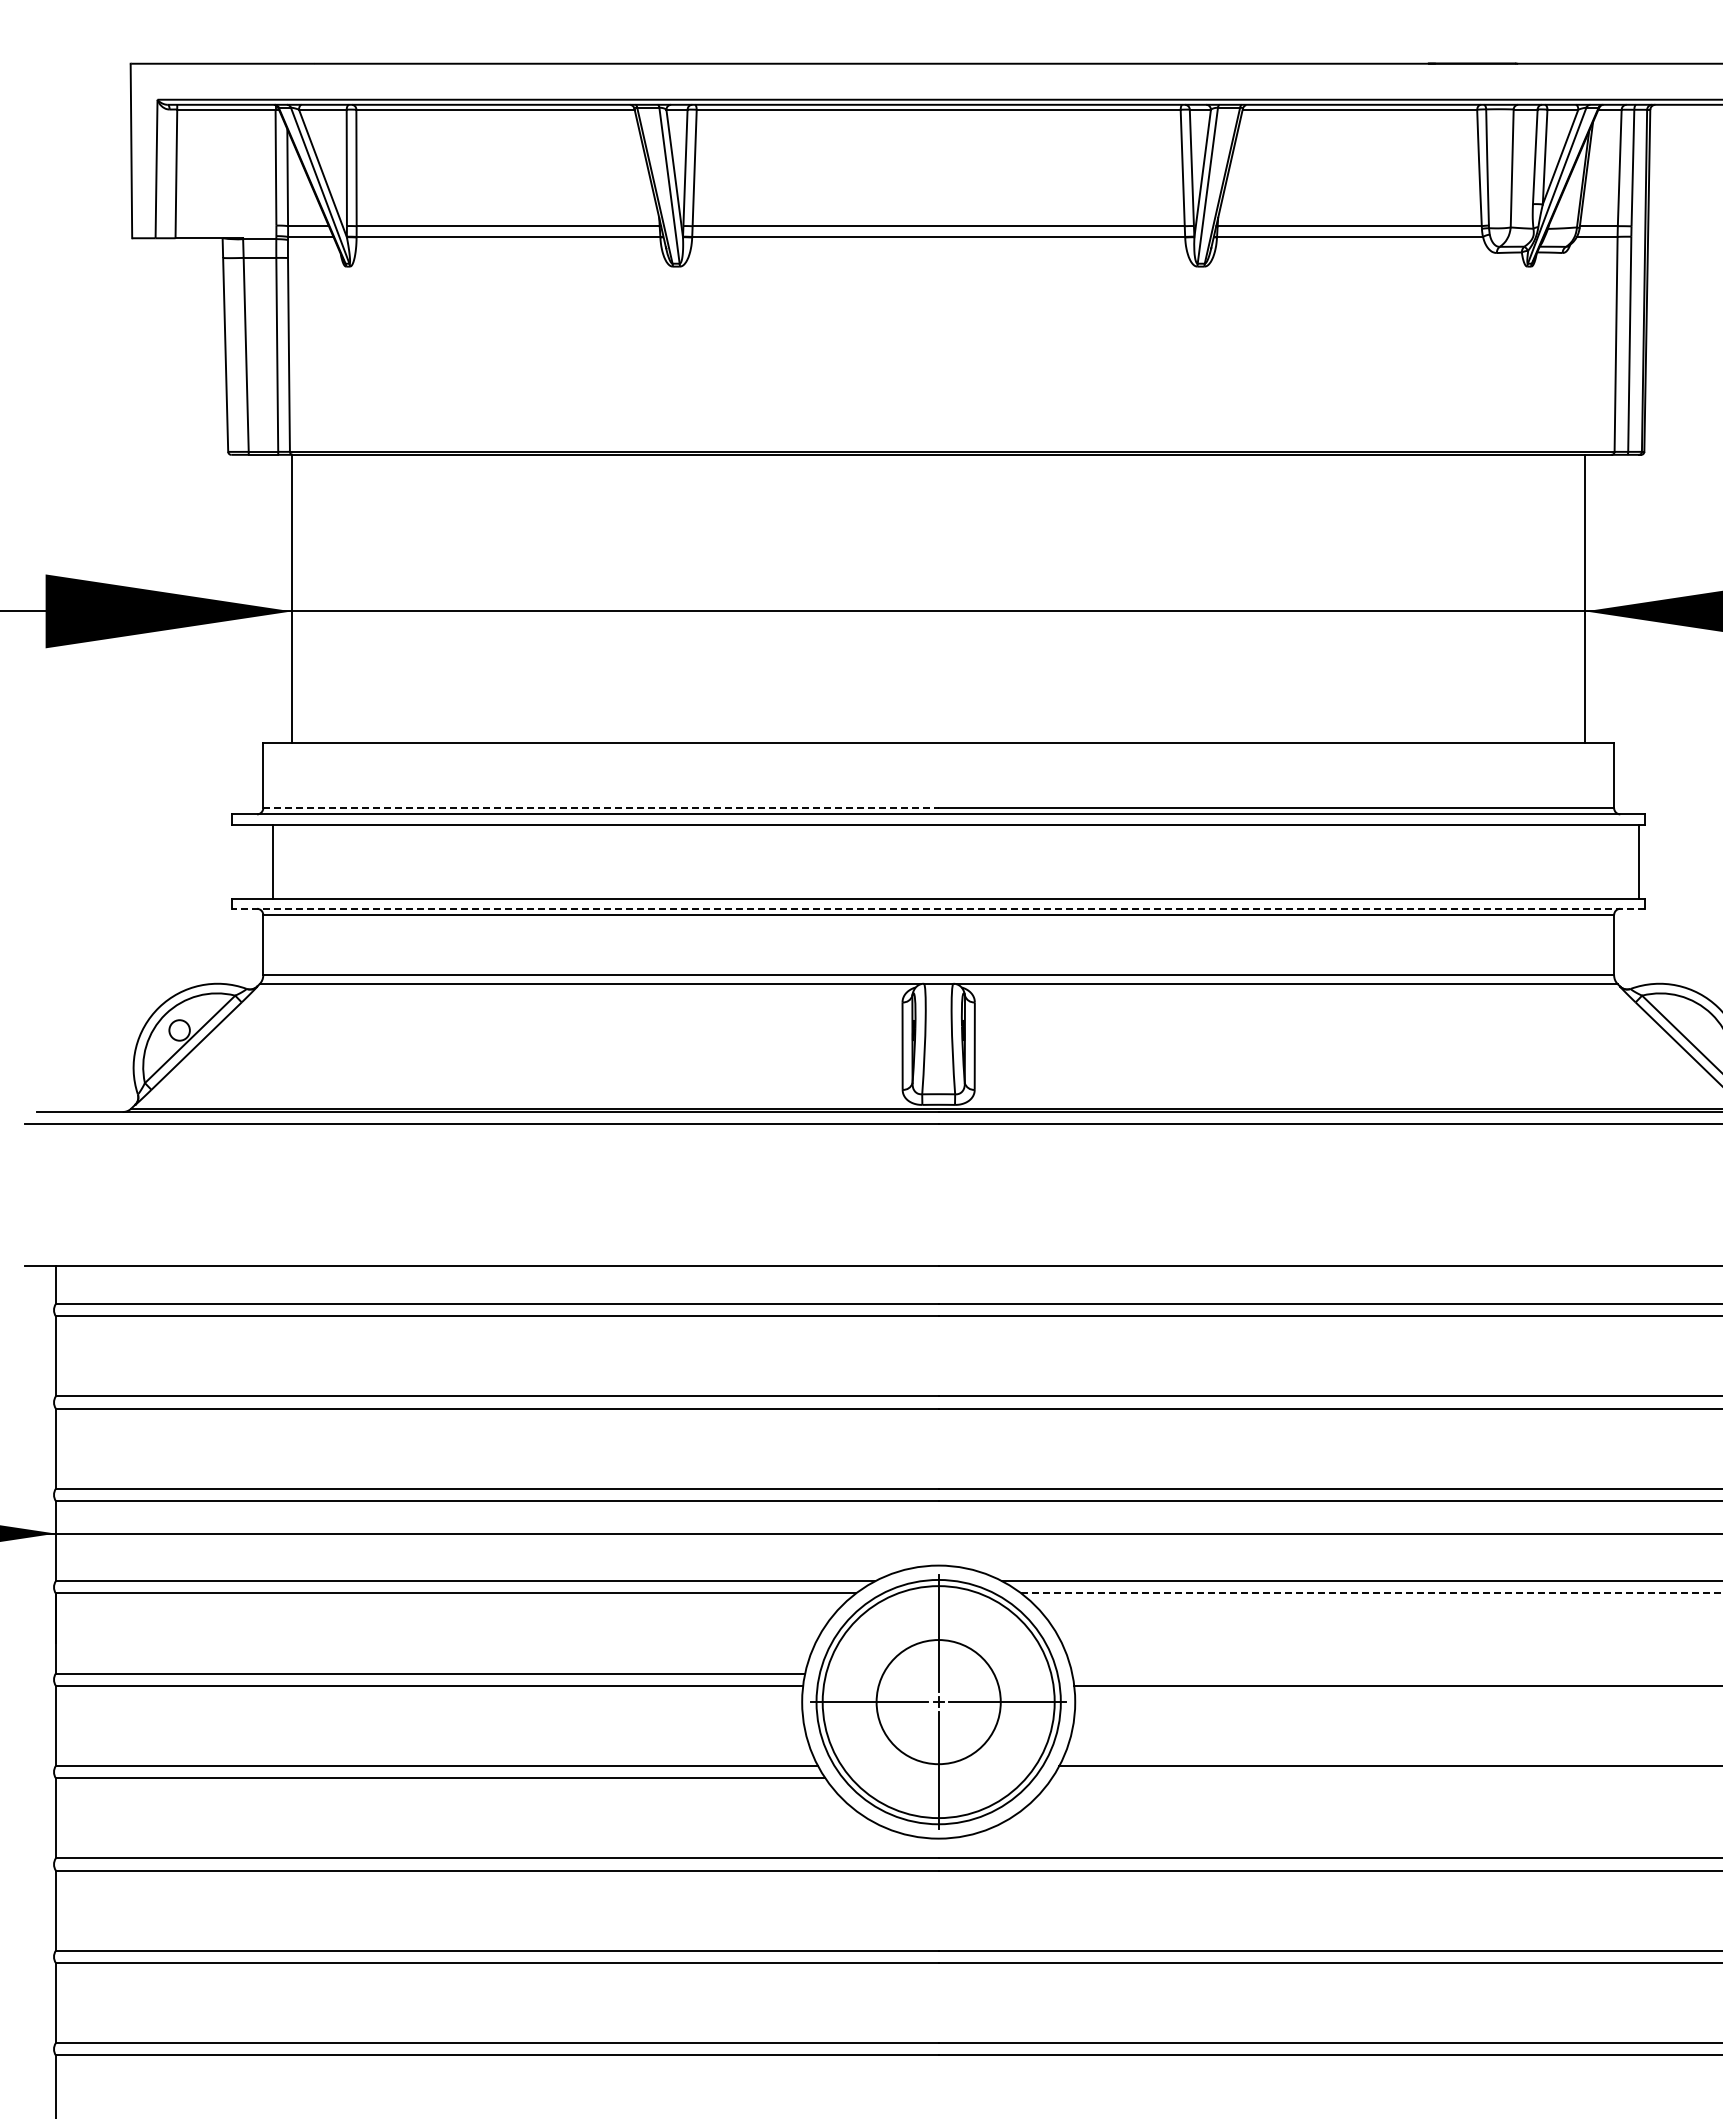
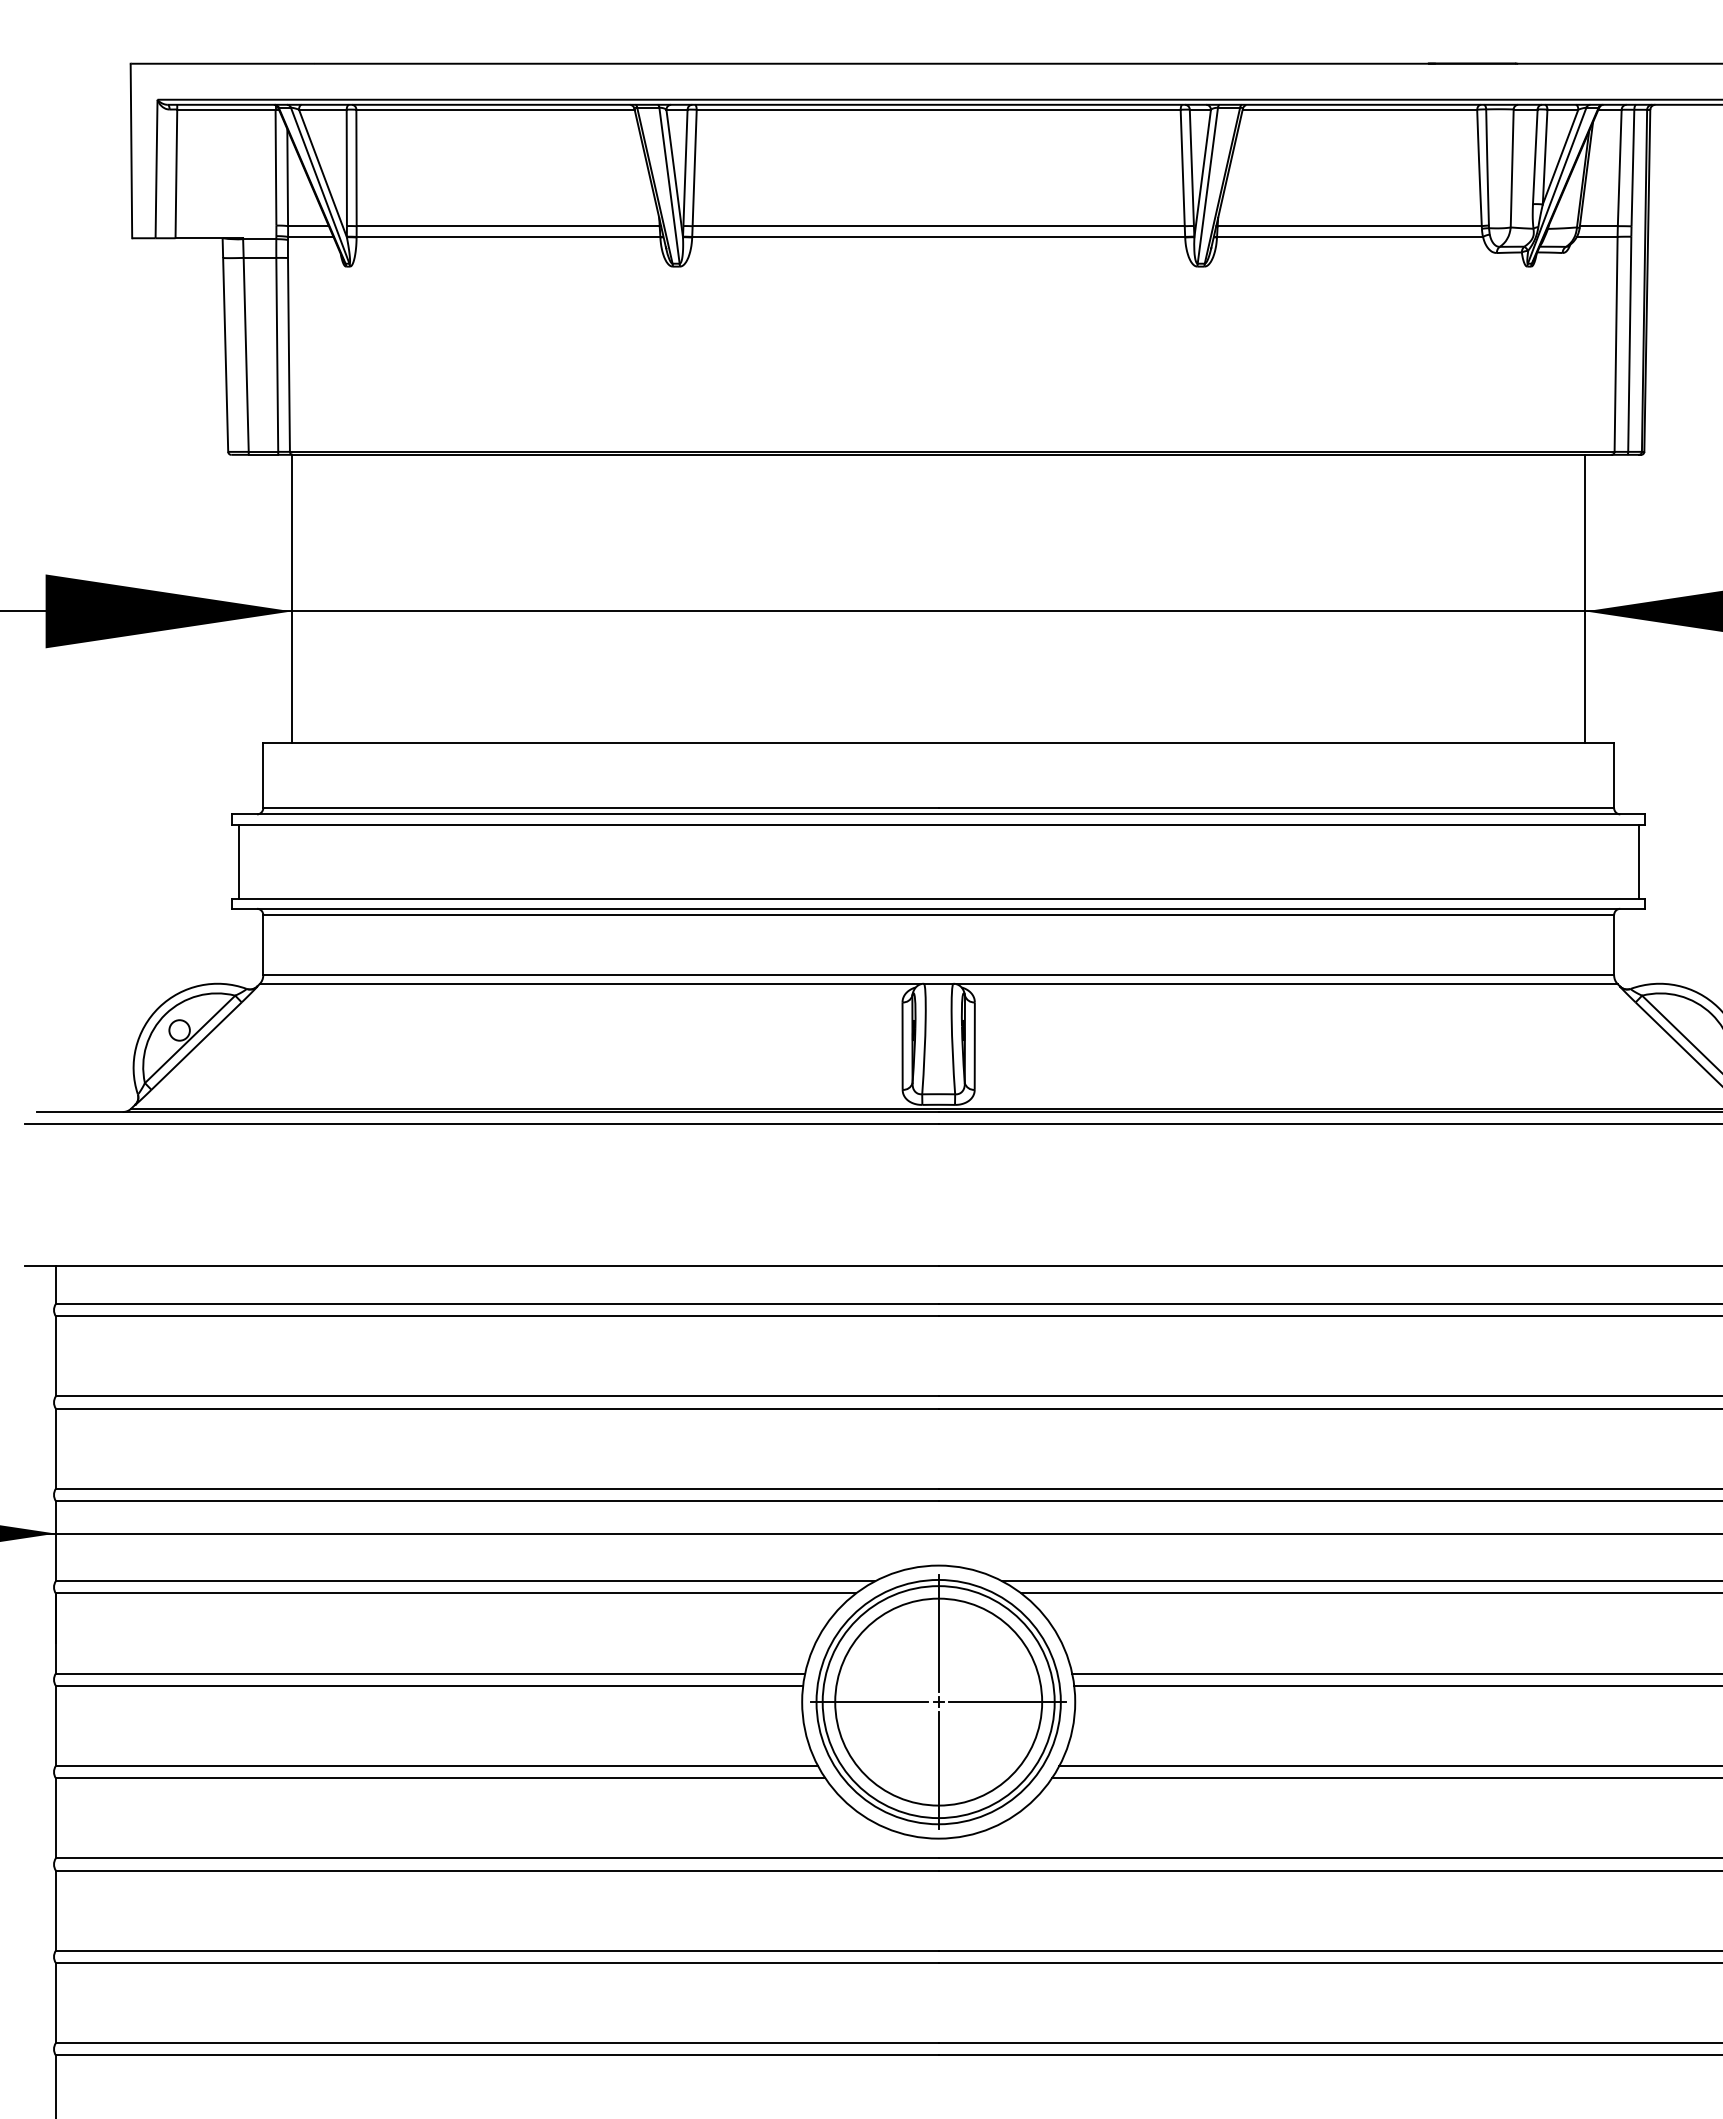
line at (600, 808): dashed -> solid
line at (272, 861) position: (272, 861) -> (238, 861)
line at (938, 908): dashed -> solid
line at (1372, 1593): dashed -> solid
line at (1395, 1673): none -> present
circle at (938, 1702) diameter: 124 px -> 207 px
line at (1385, 1778): none -> present
